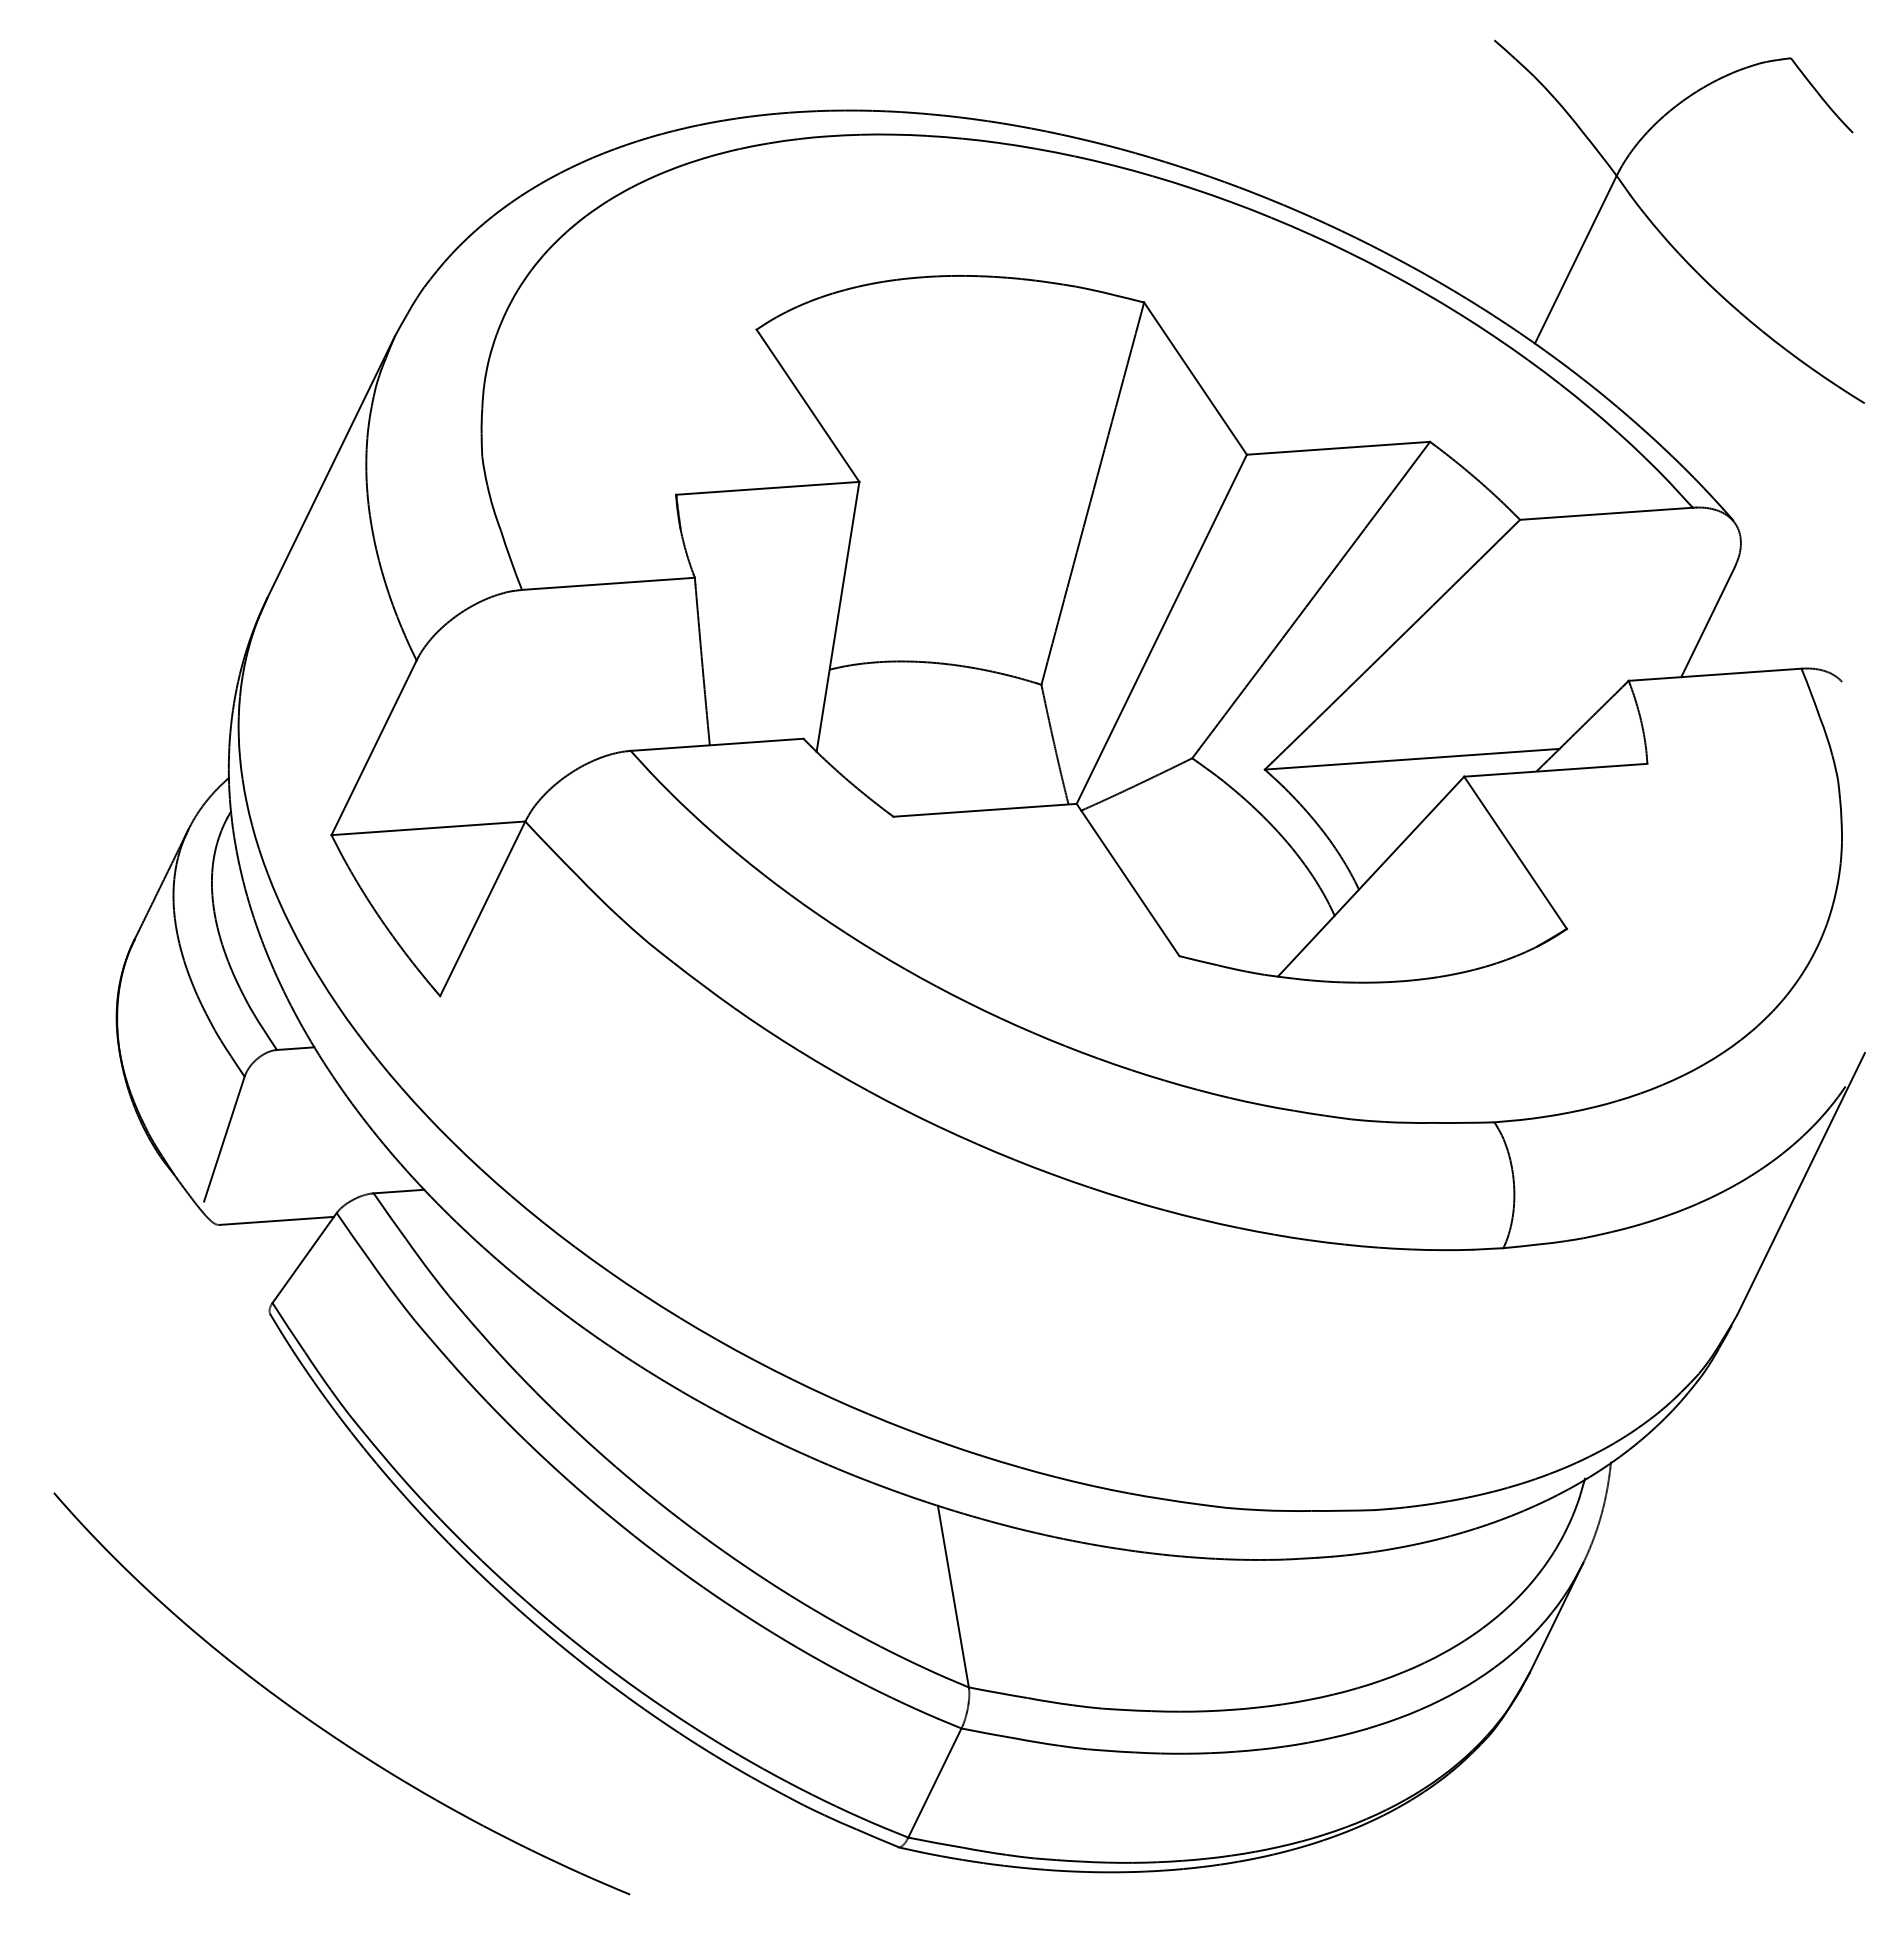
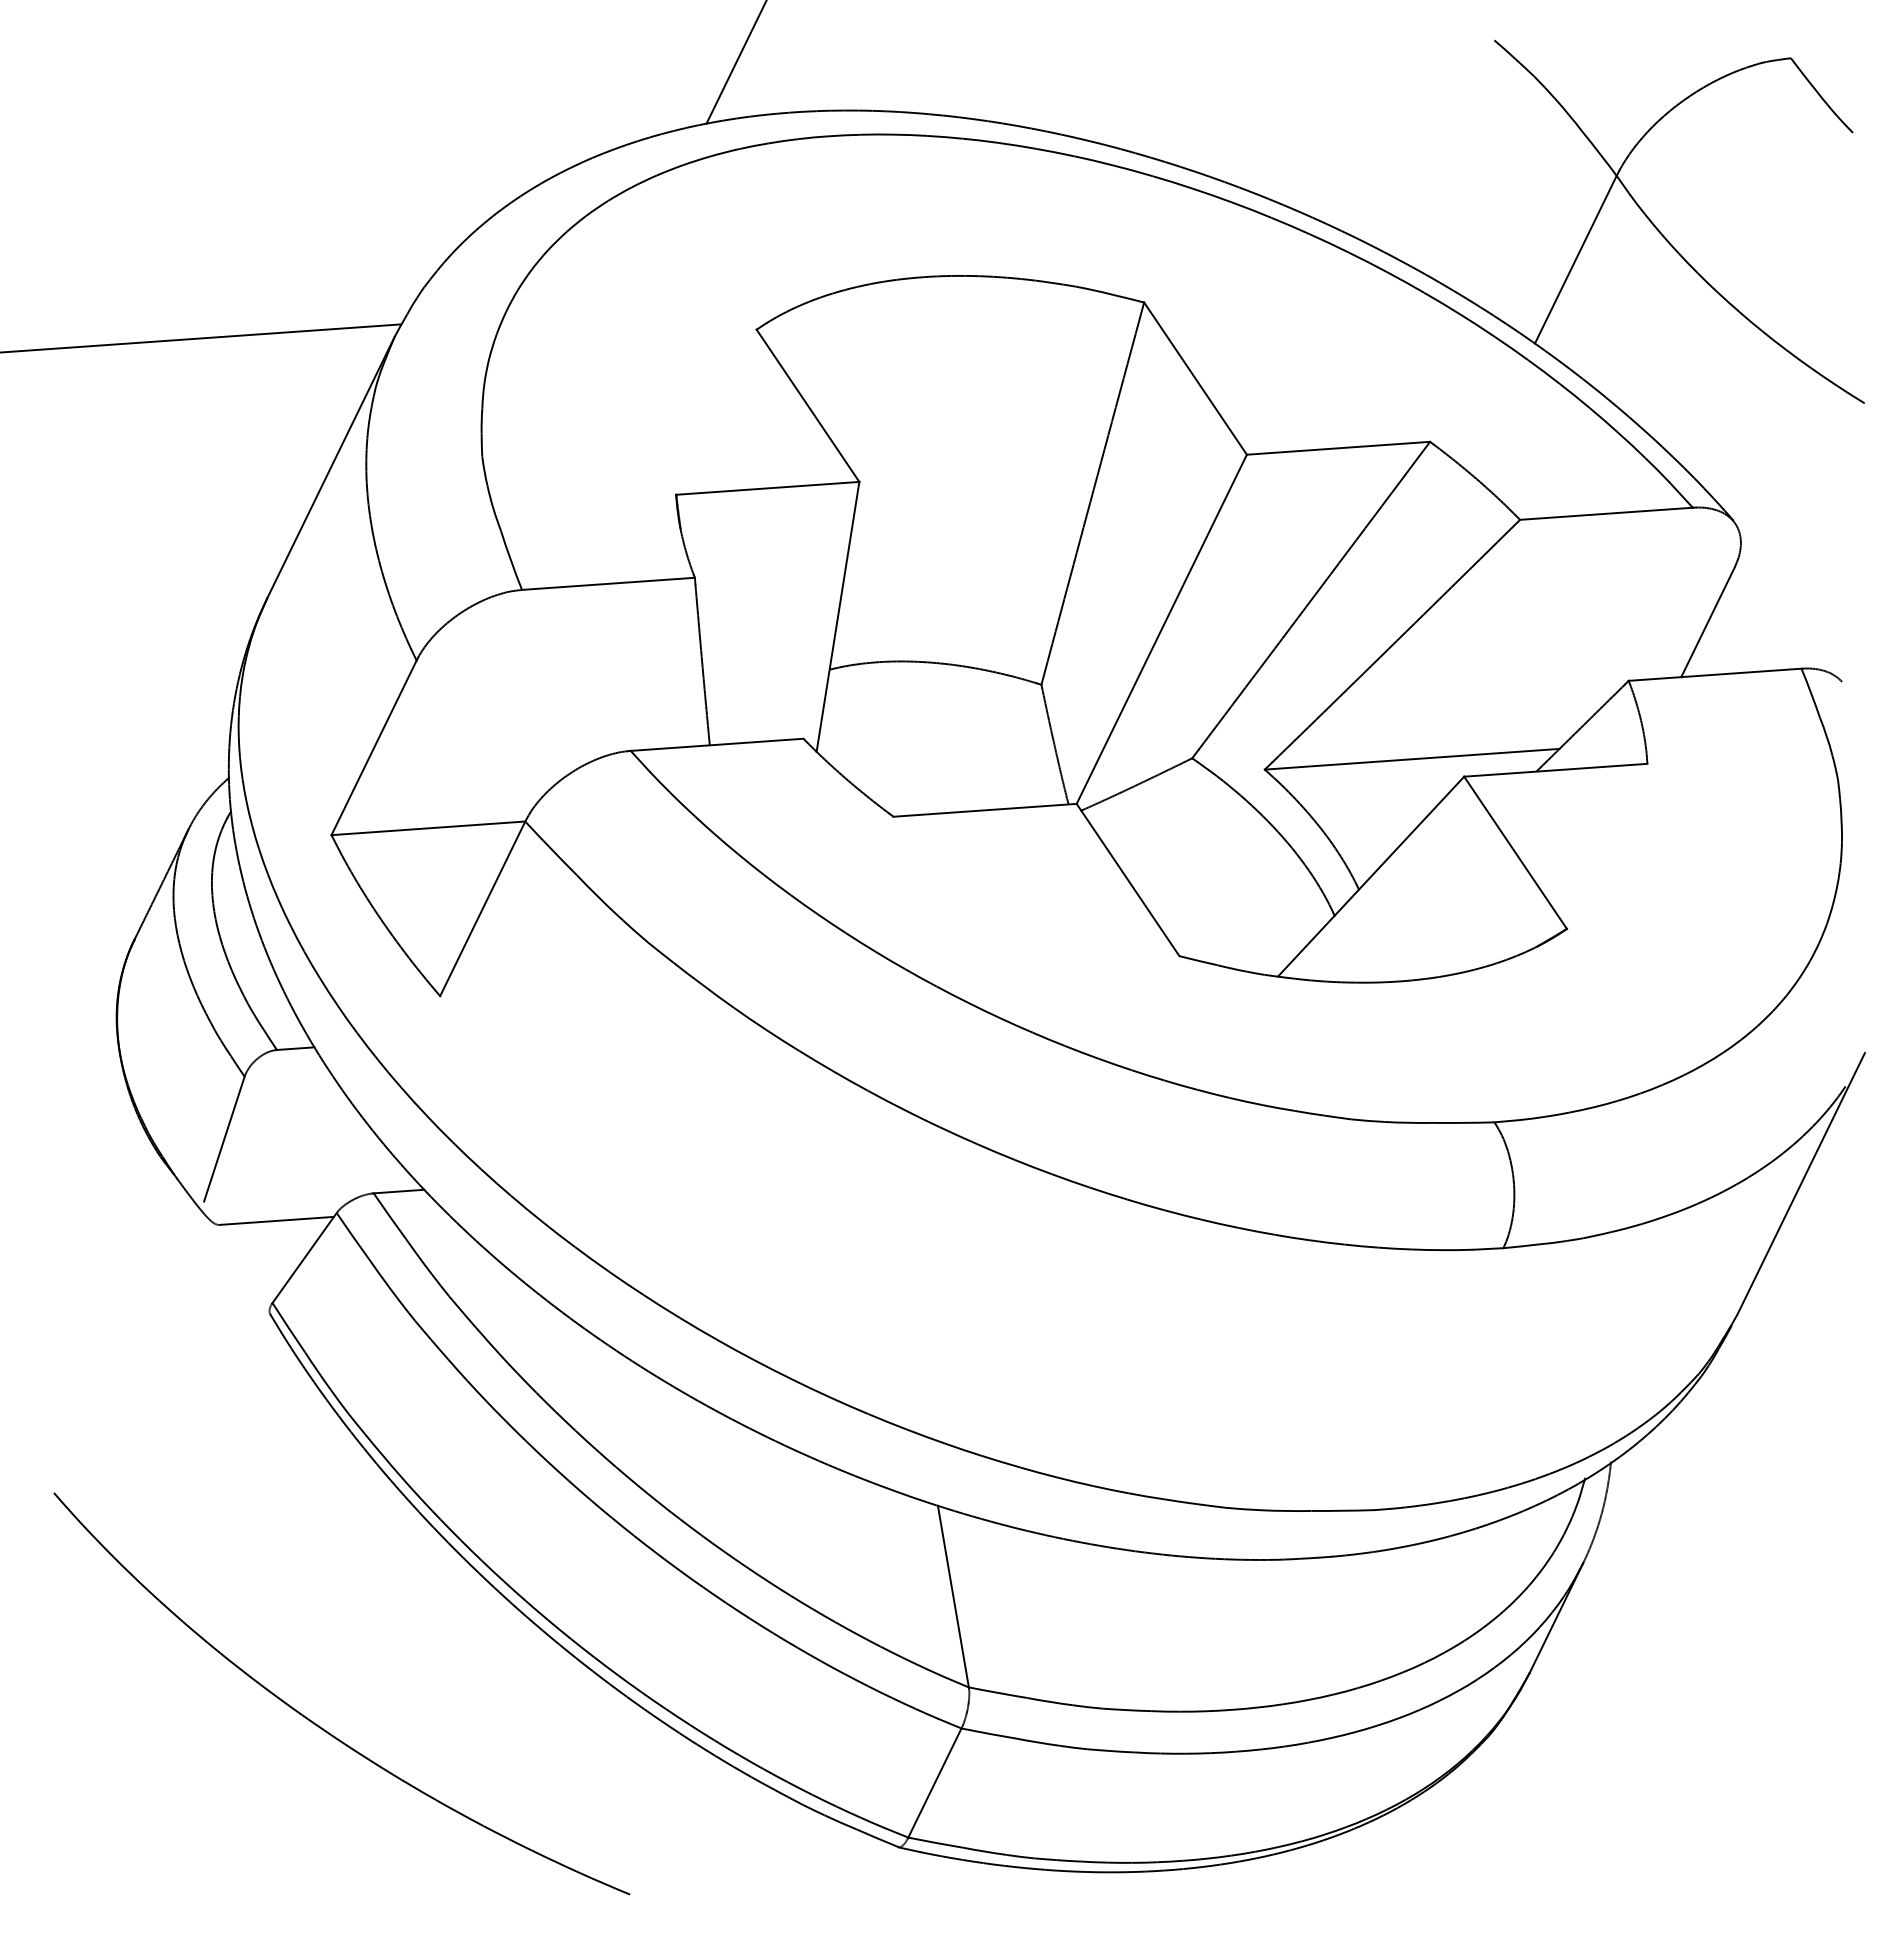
line at (735, 62): none -> present
line at (201, 338): none -> present
